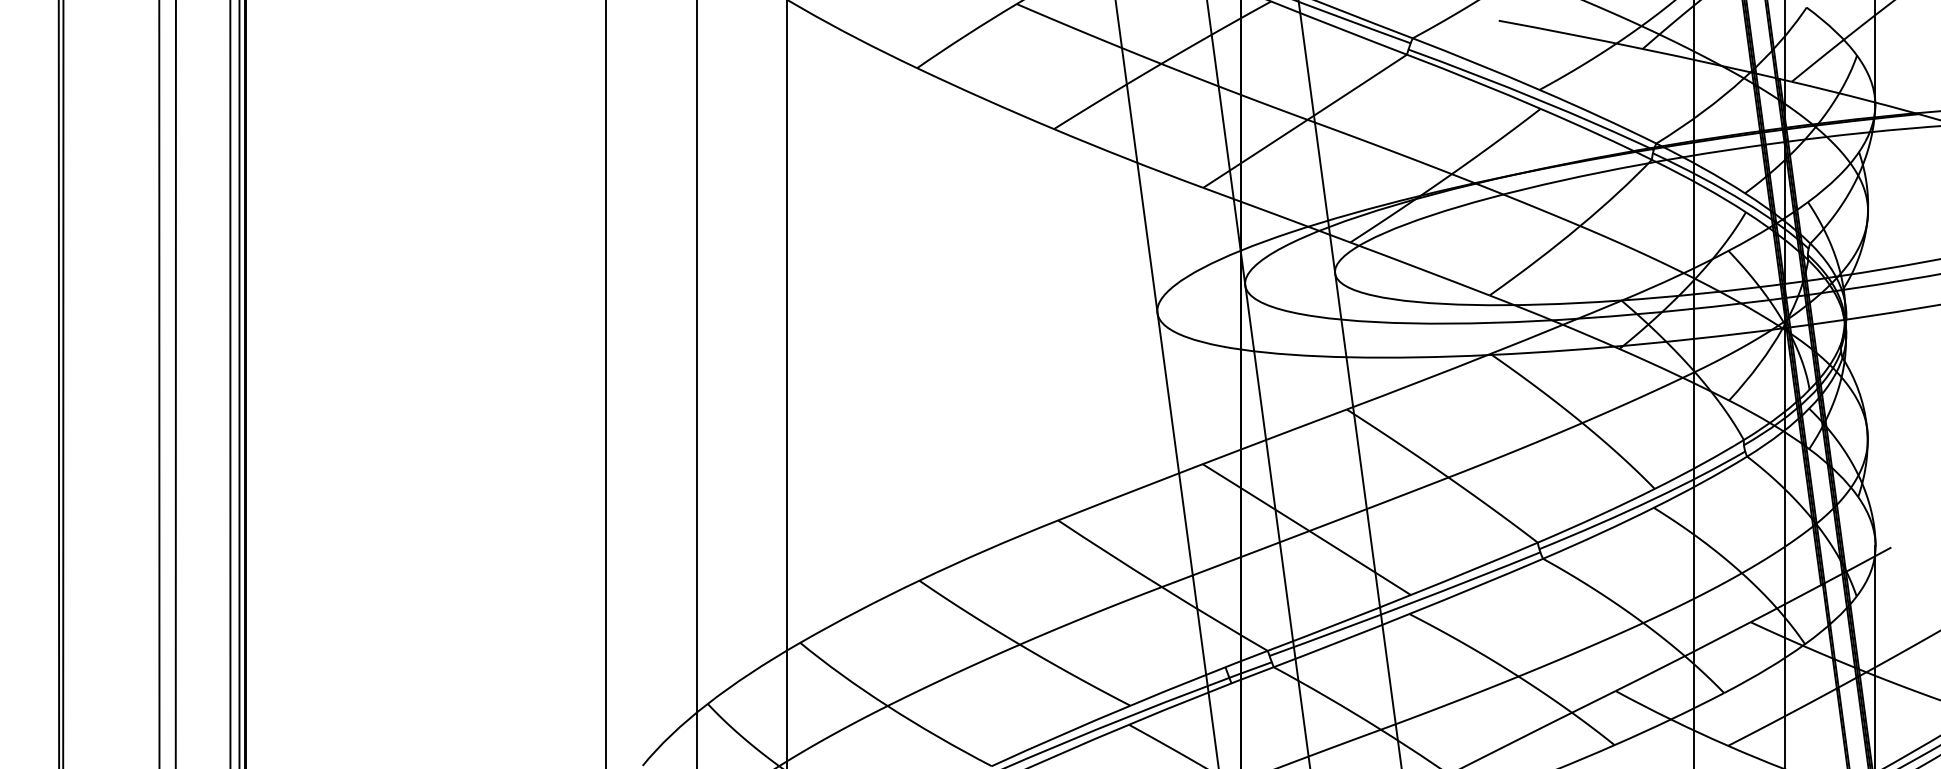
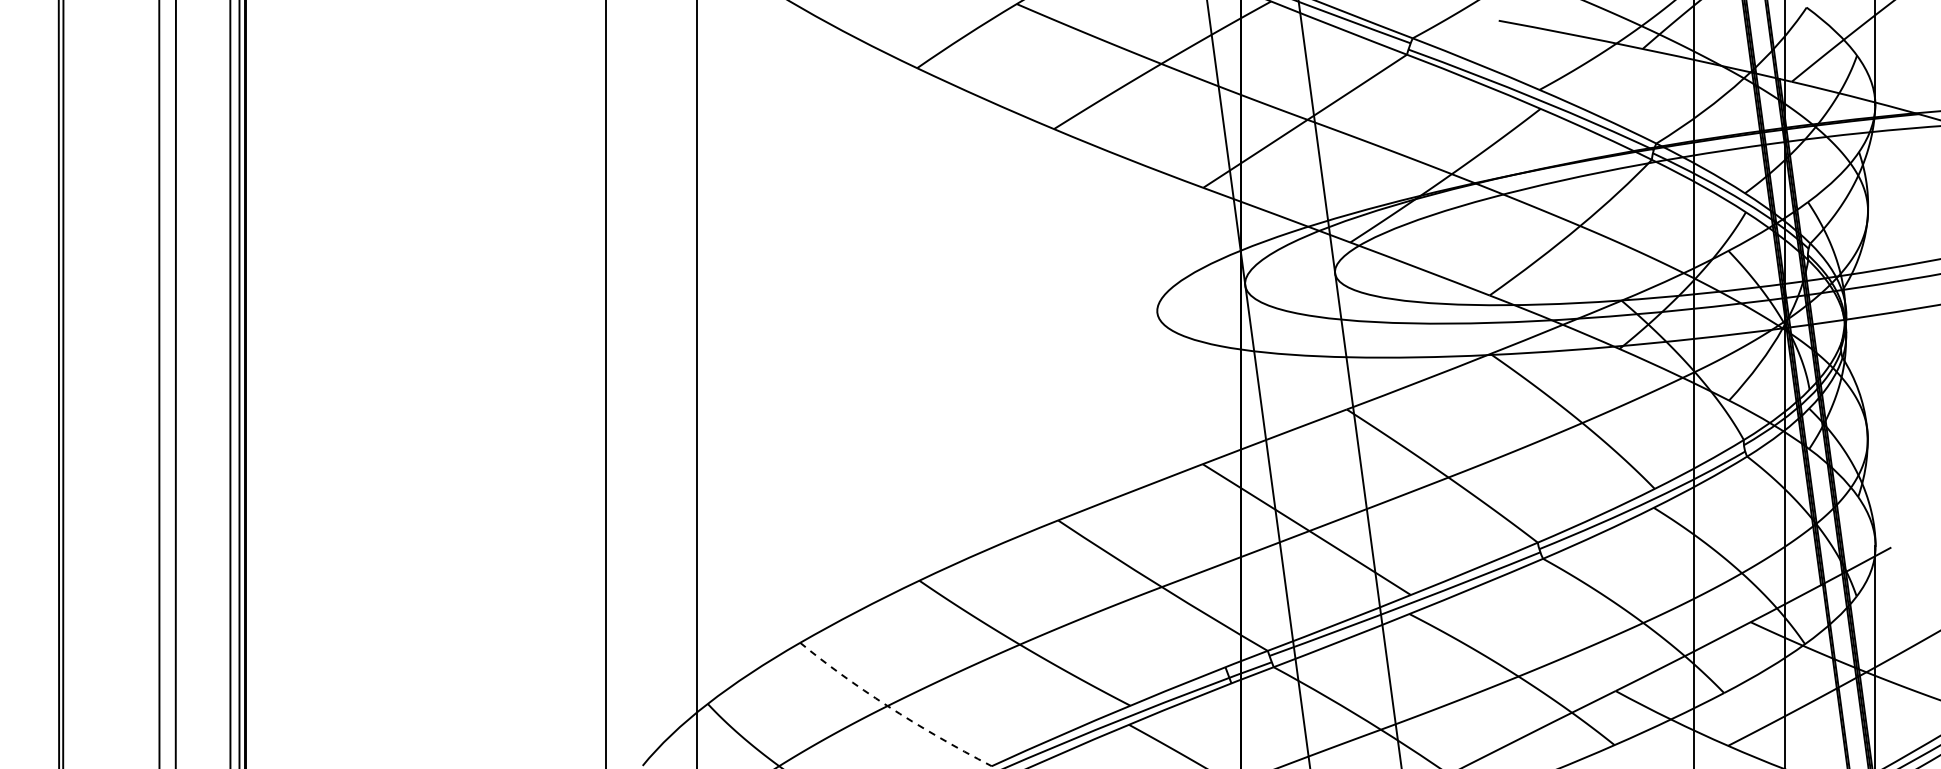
line at (787, 383): present -> none
line at (1166, 383): present -> none
arc at (890, 707): solid -> dashed
